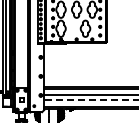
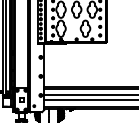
line at (91, 100): dashed -> solid
